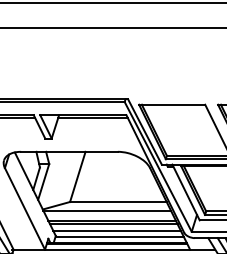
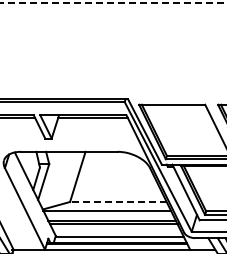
line at (113, 2): solid -> dashed
line at (112, 27): present -> none
line at (117, 201): solid -> dashed
line at (116, 230): present -> none
